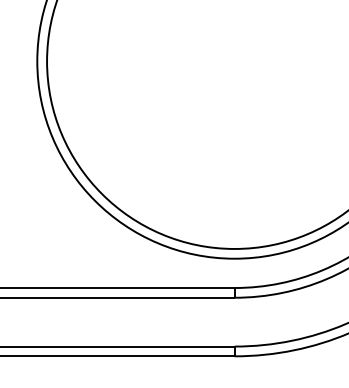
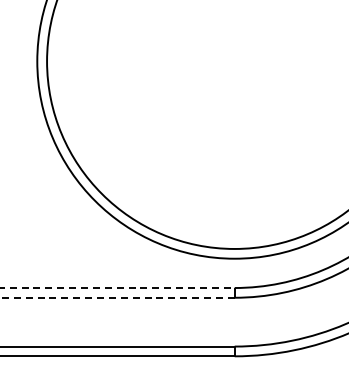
line at (117, 288): solid -> dashed
line at (117, 297): solid -> dashed
